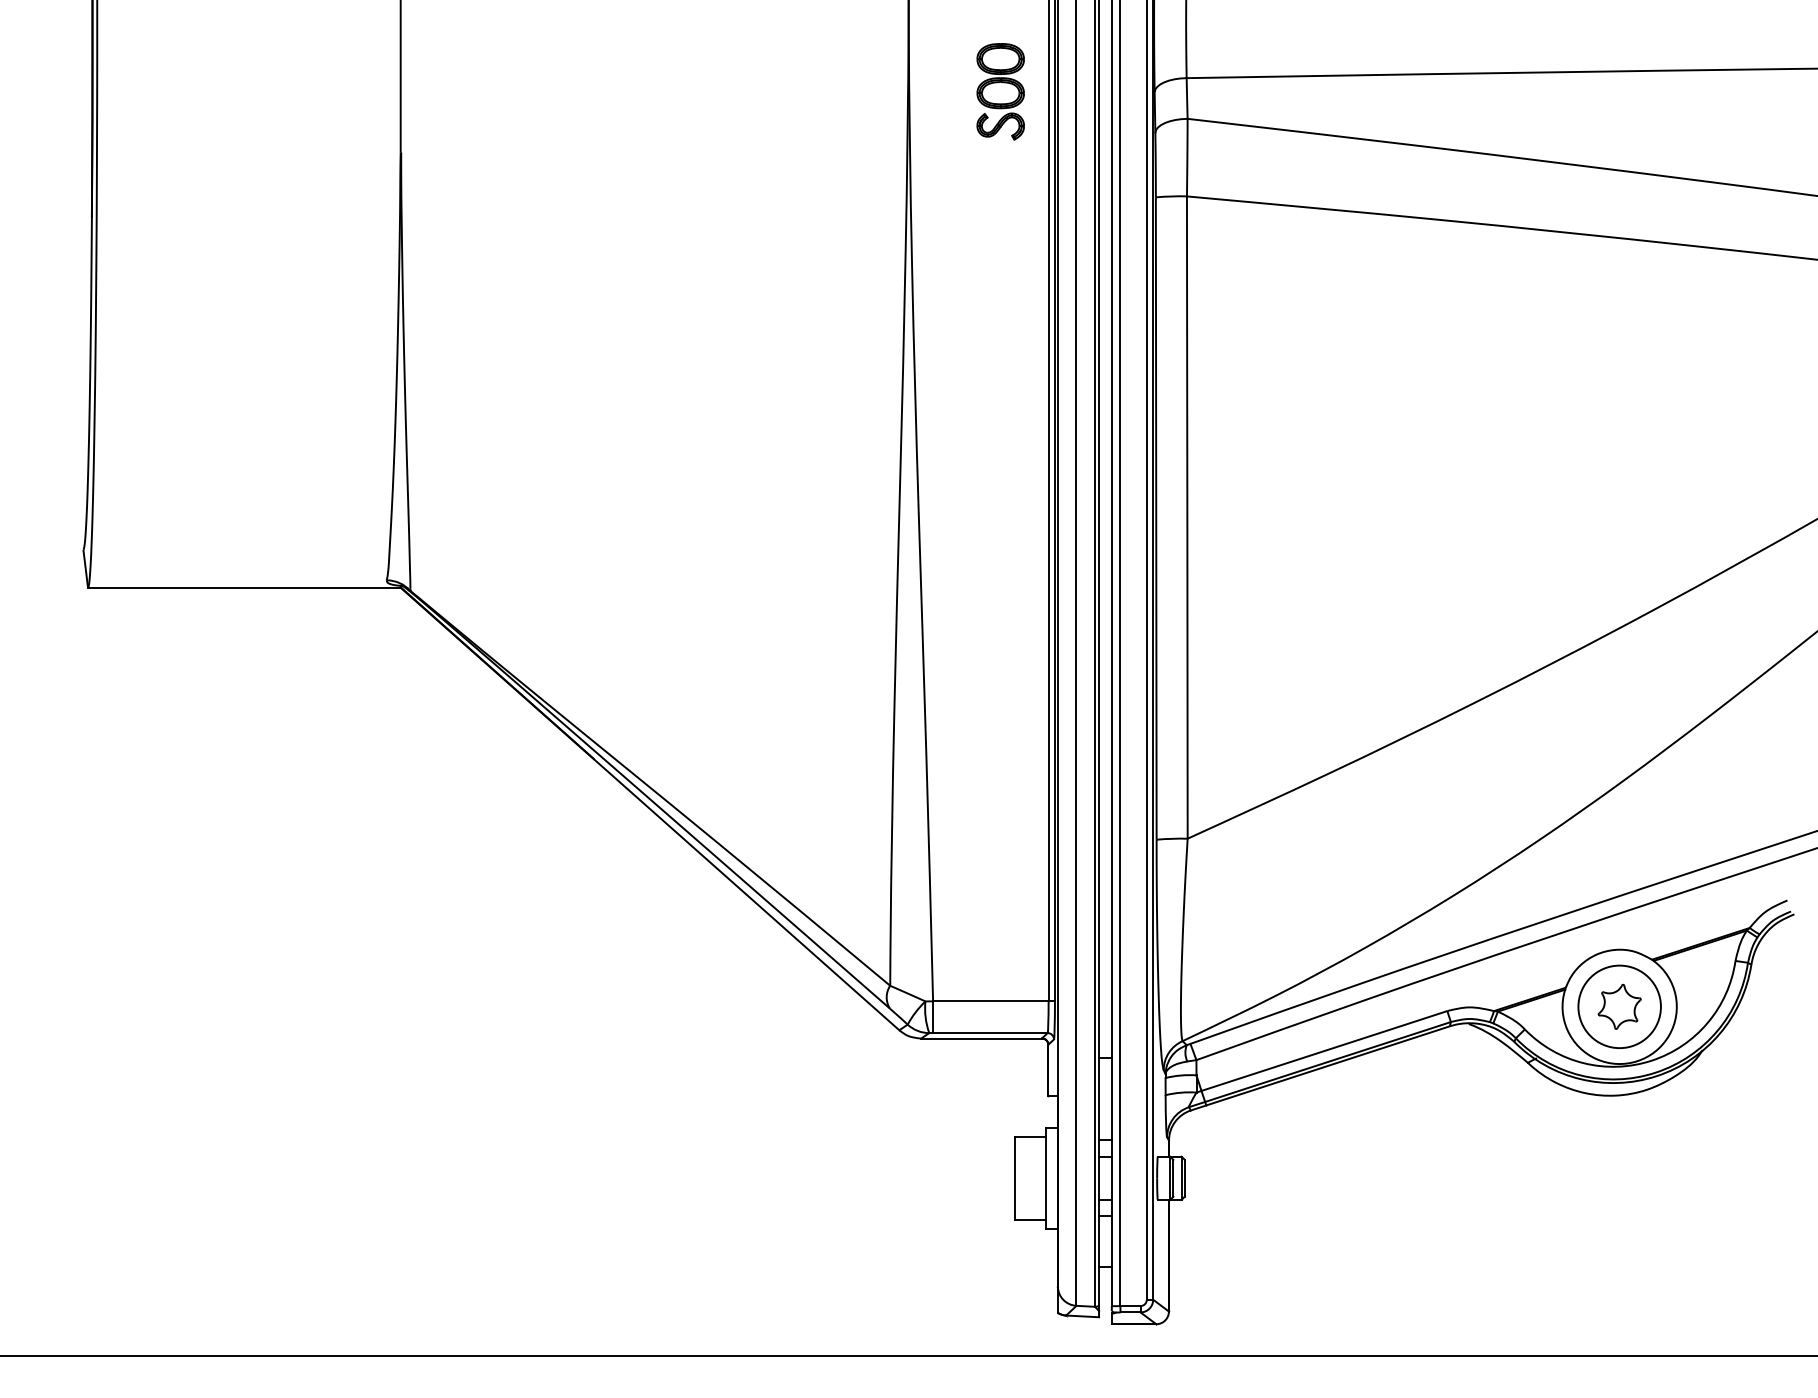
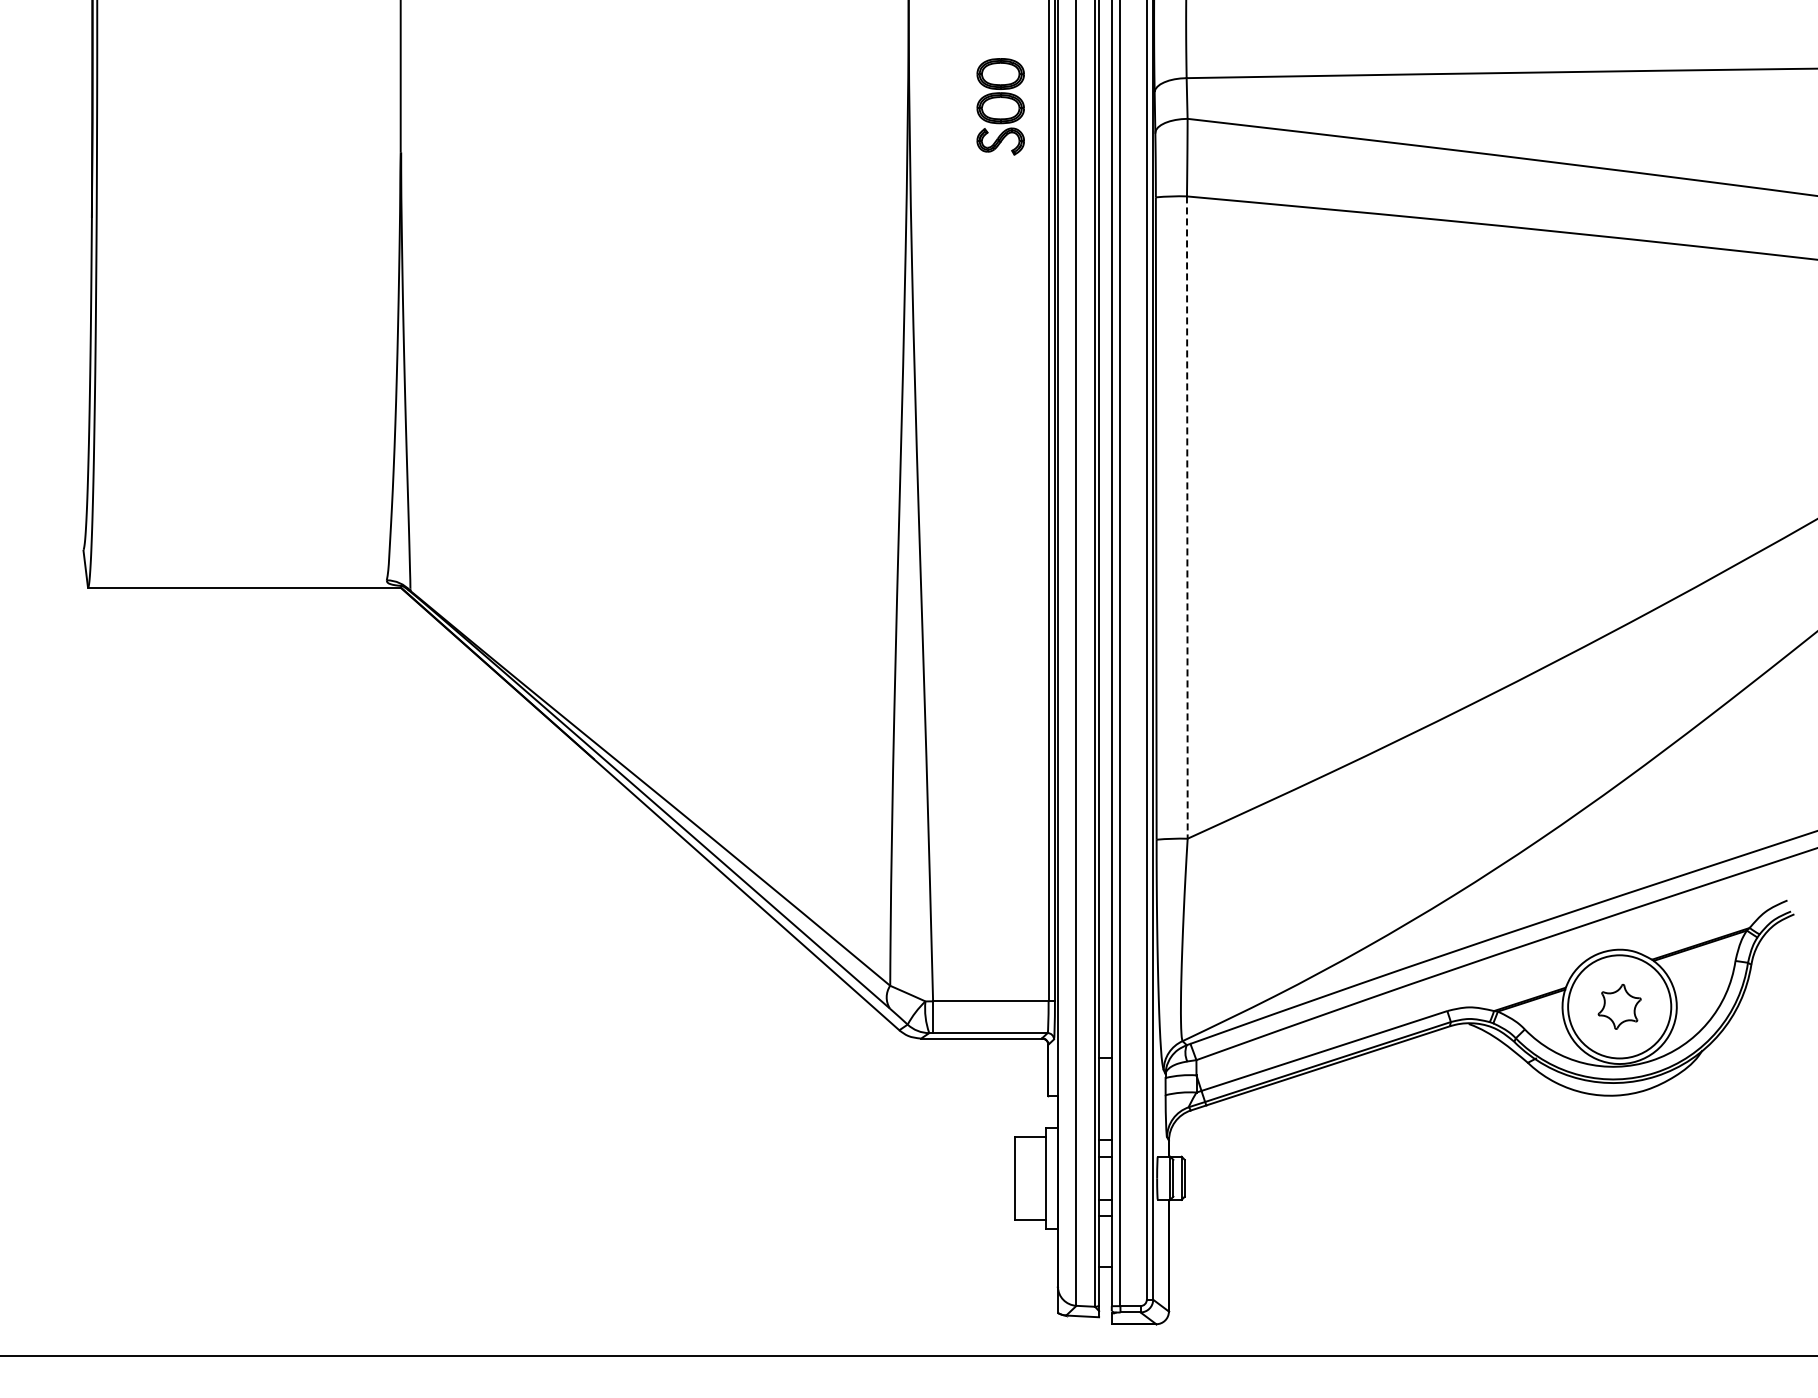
part at (1000, 91) position: (1000, 91) -> (1000, 106)
line at (1187, 516): solid -> dashed
circle at (1619, 1006) diameter: 83 px -> 103 px
